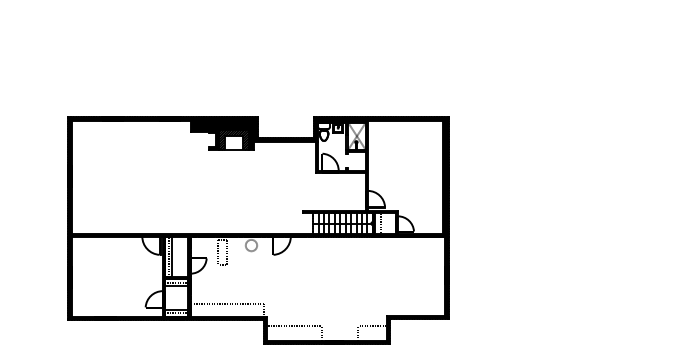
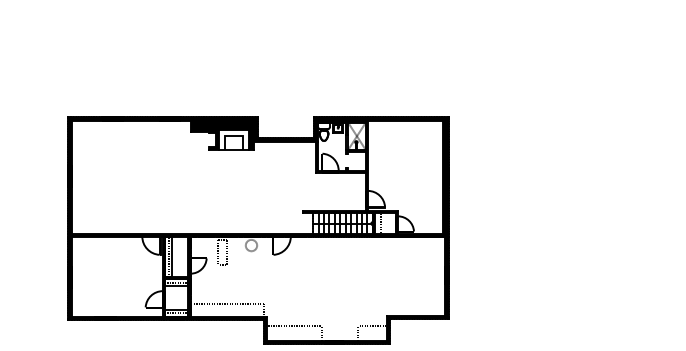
hatch at (233, 139): present -> none
